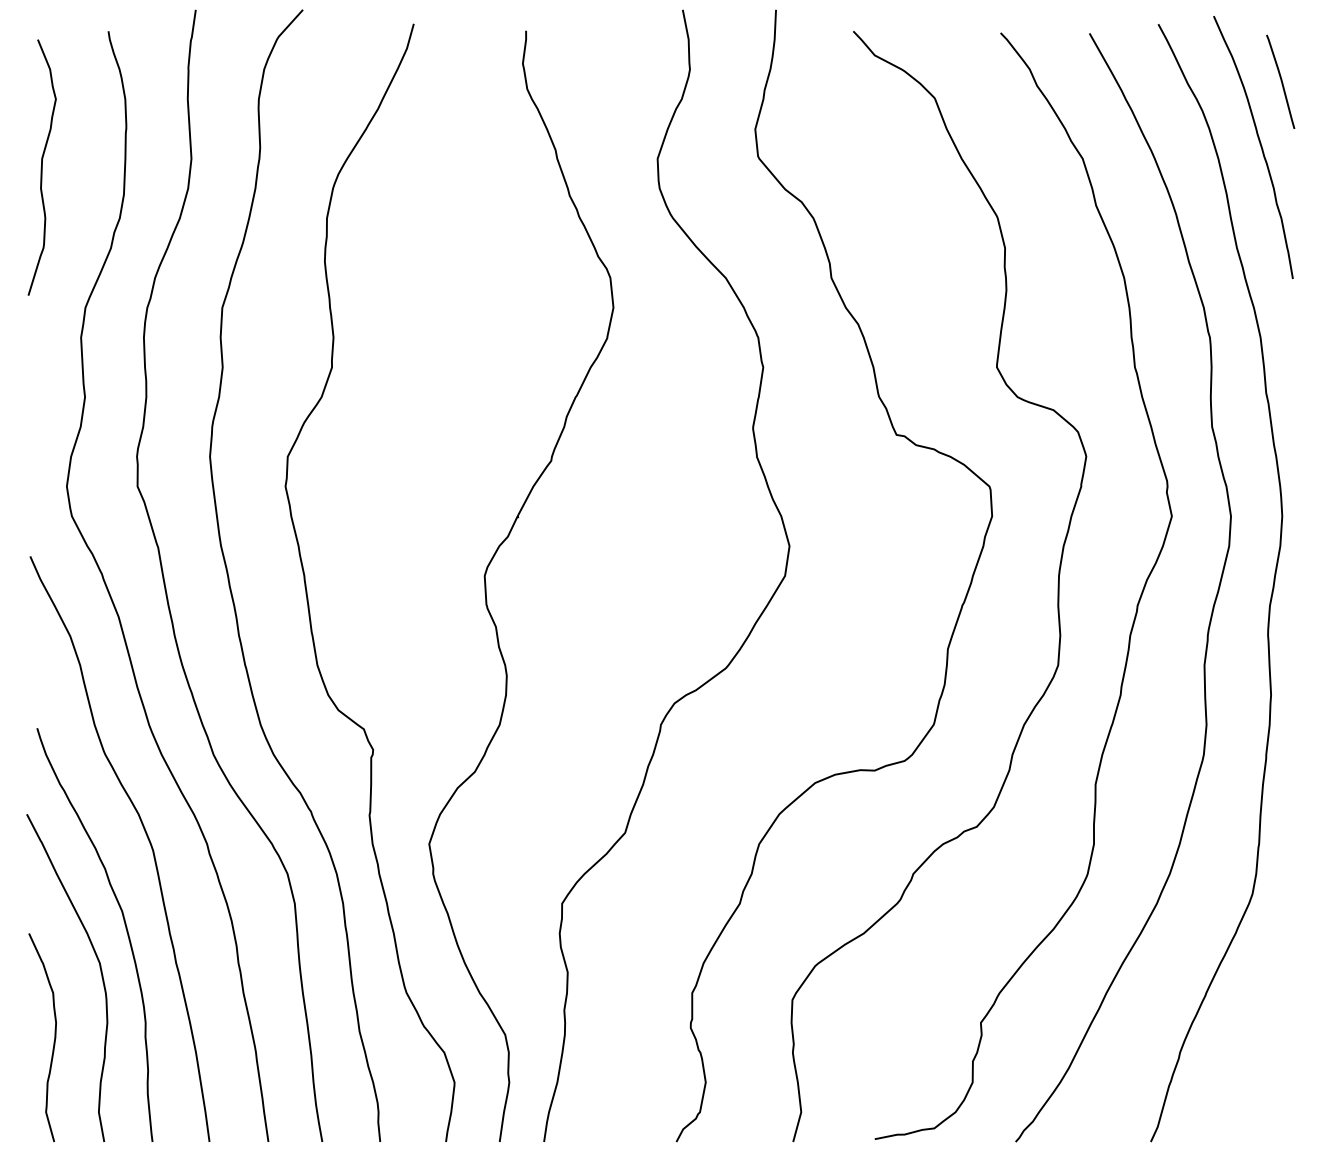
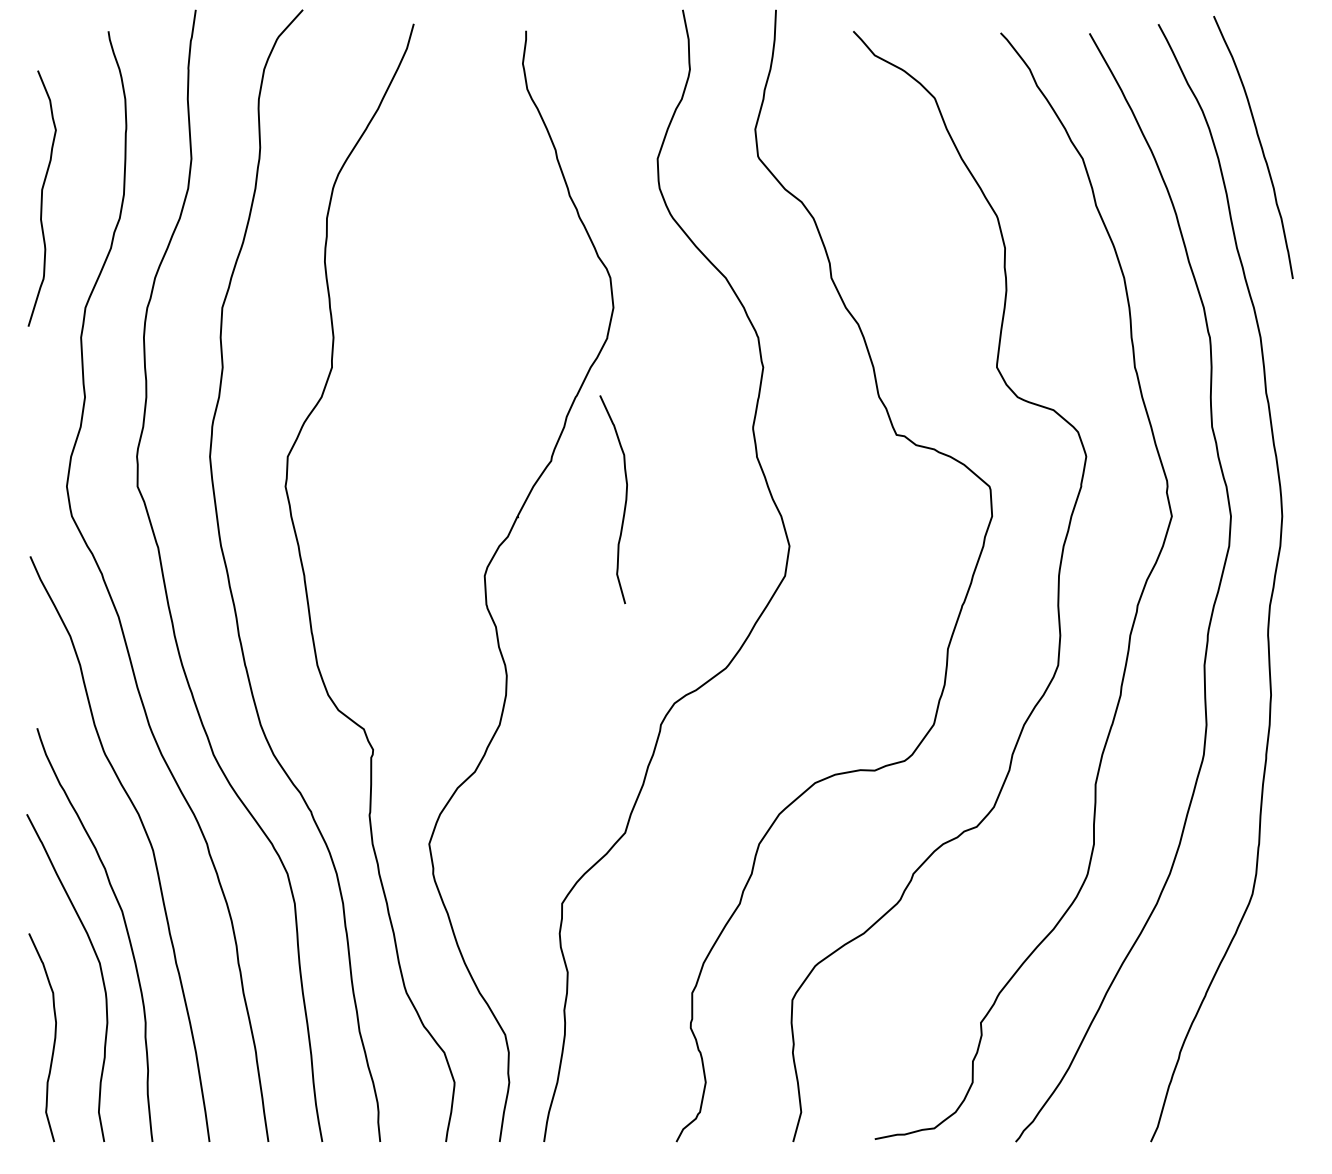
curve at (1280, 80): present -> none
curve at (41, 167) position: (41, 167) -> (41, 198)
curve at (624, 503): none -> present
